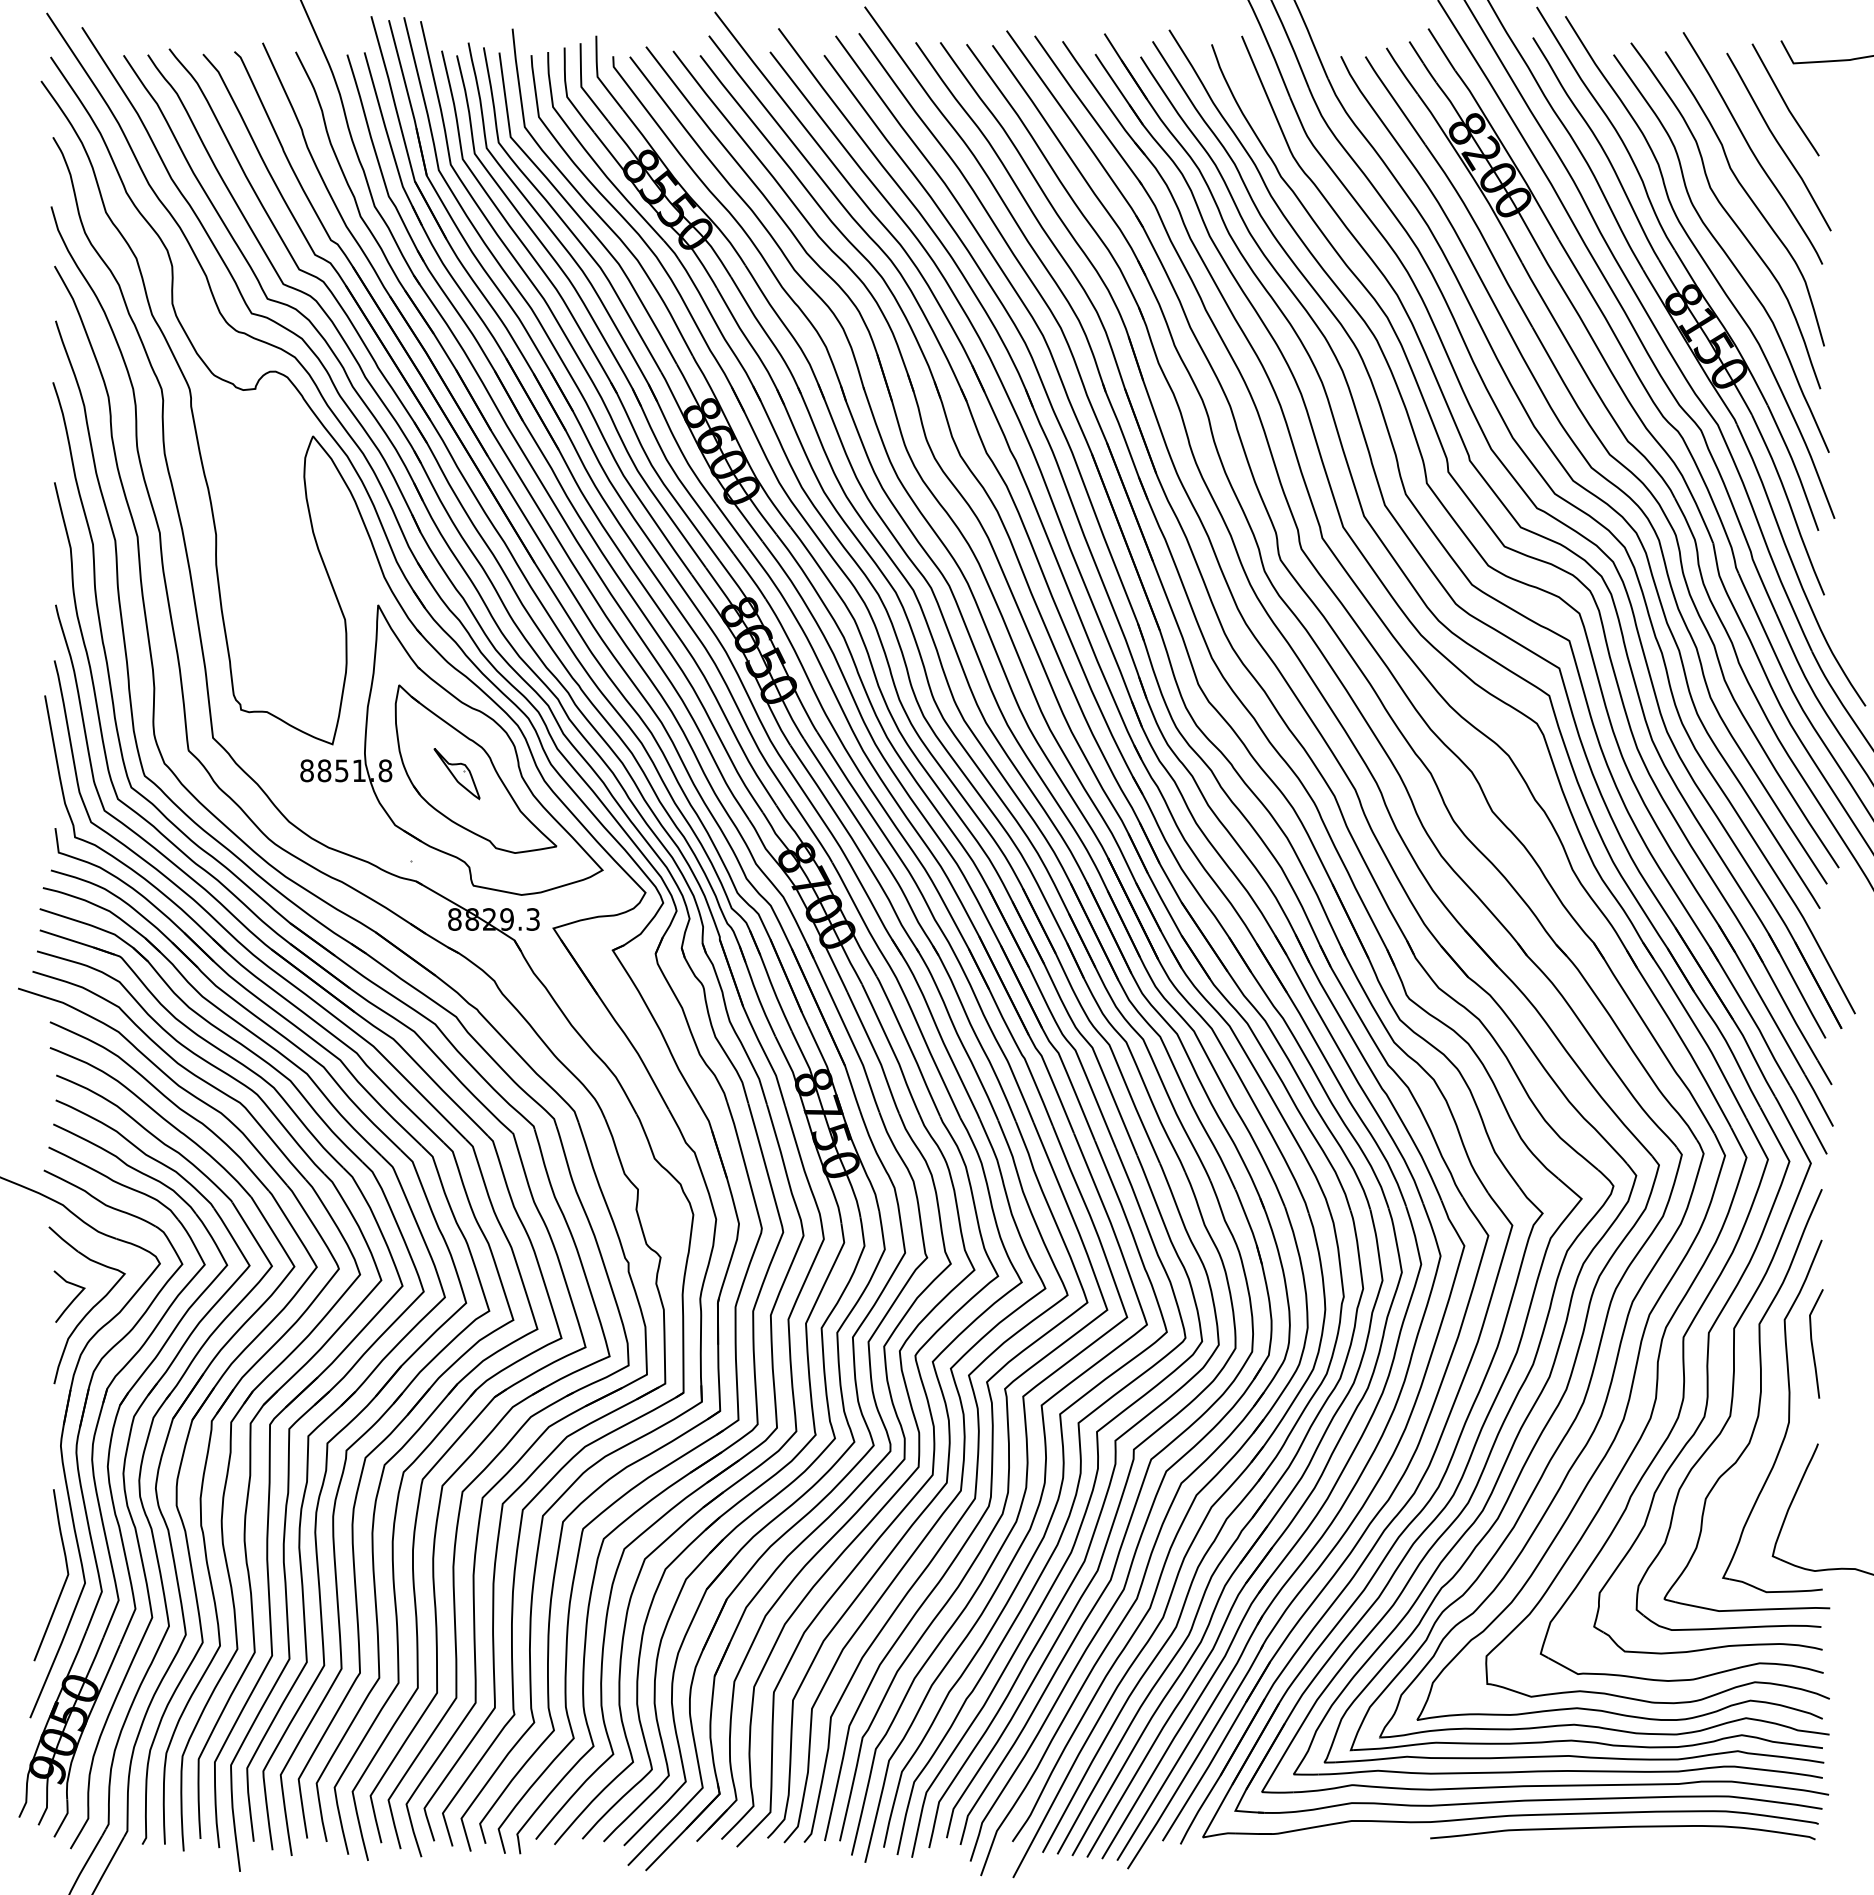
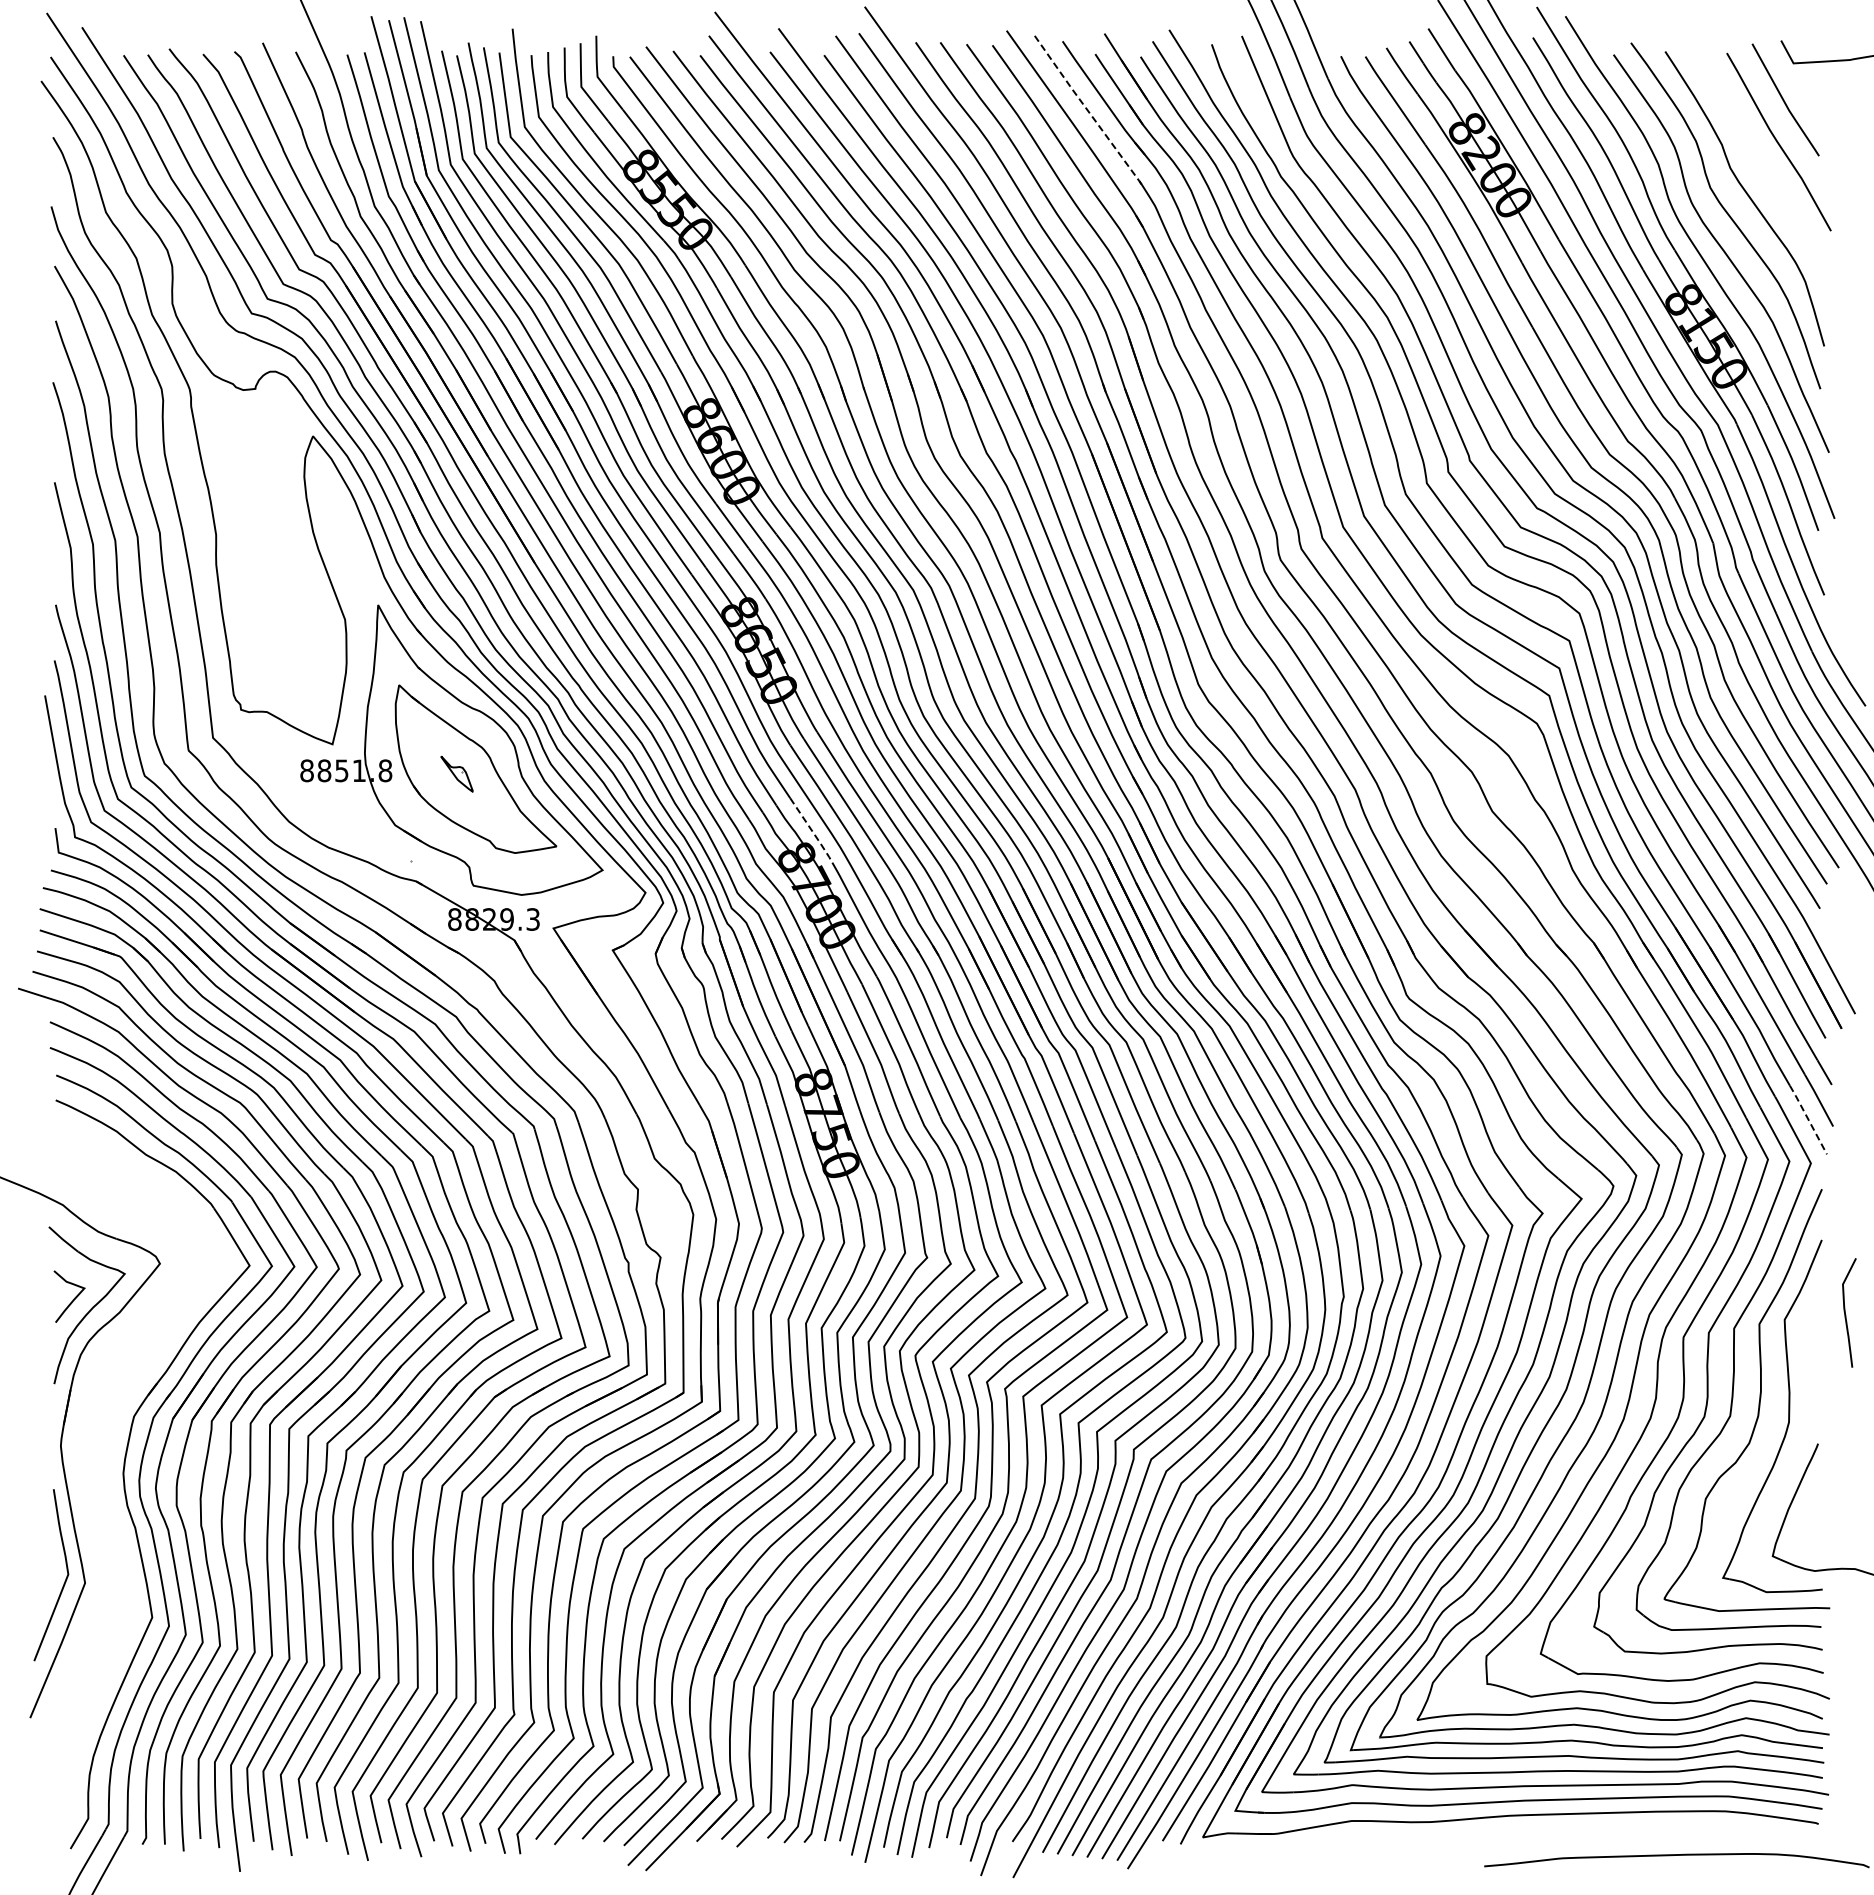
line at (1088, 111): solid -> dashed
curve at (1751, 148): present -> none
part at (456, 774) size: 48x53 px -> 34x38 px
line at (812, 831): solid -> dashed
line at (1808, 1119): solid -> dashed
curve at (1813, 1345) position: (1813, 1345) -> (1846, 1314)
part at (110, 1481): present -> none
curve at (1622, 1827) position: (1622, 1827) -> (1676, 1855)
